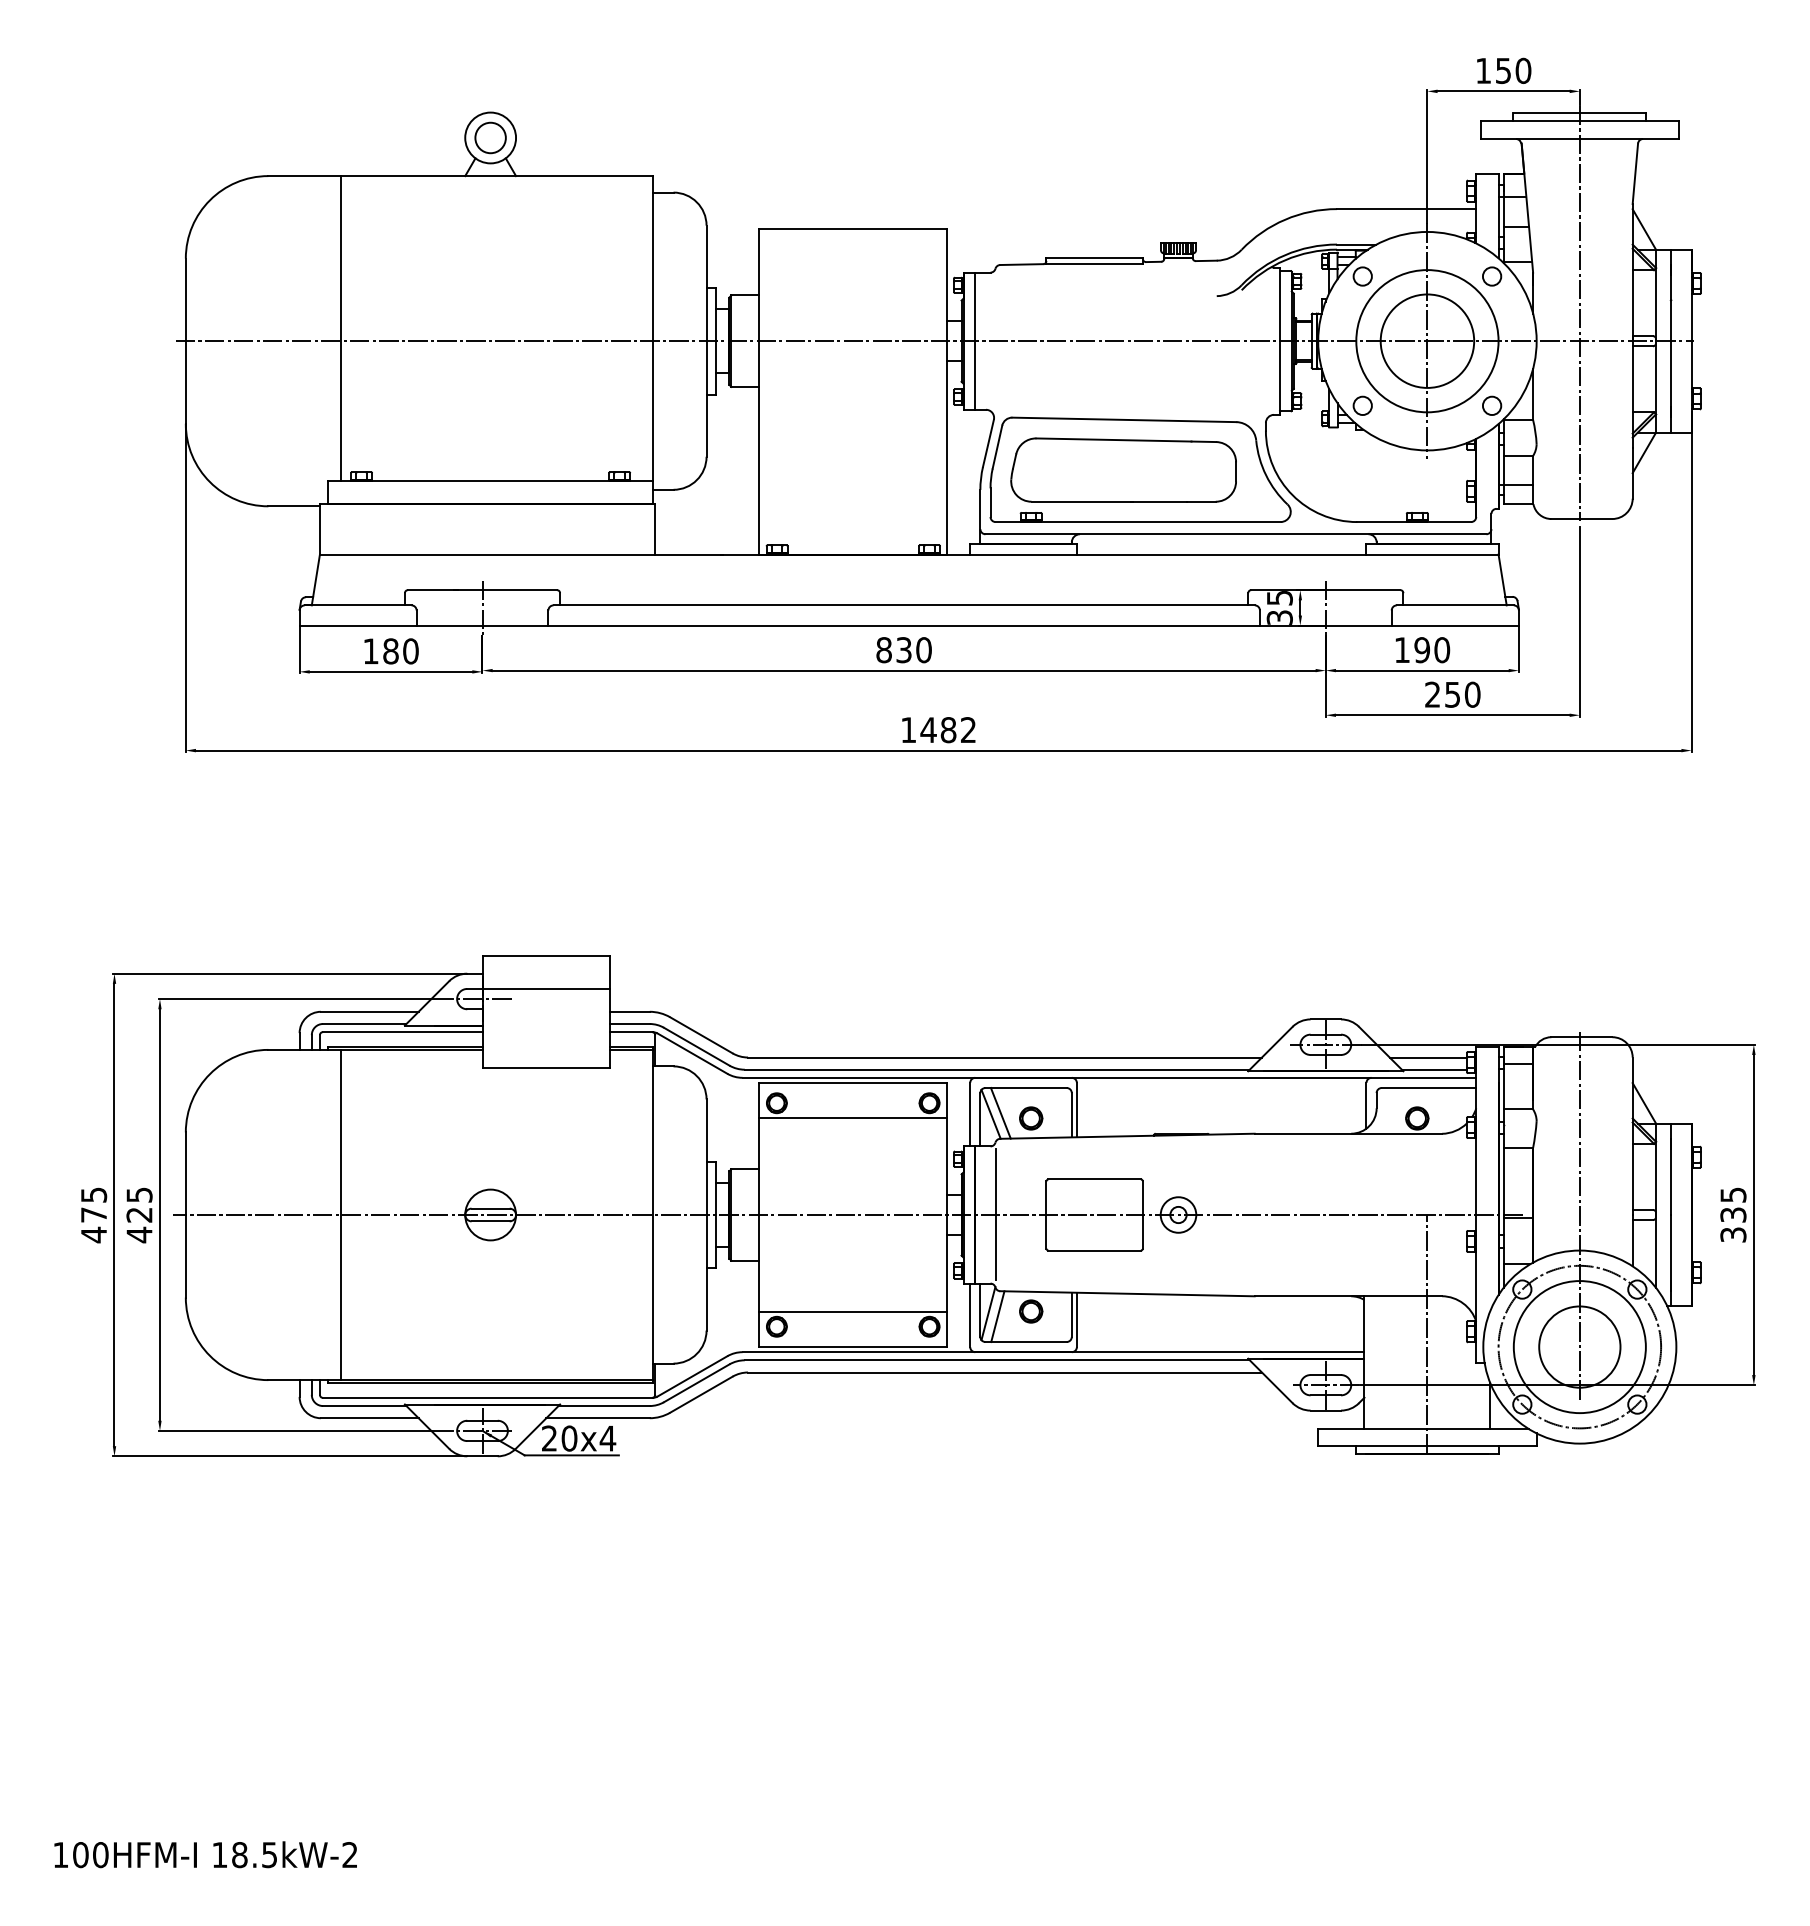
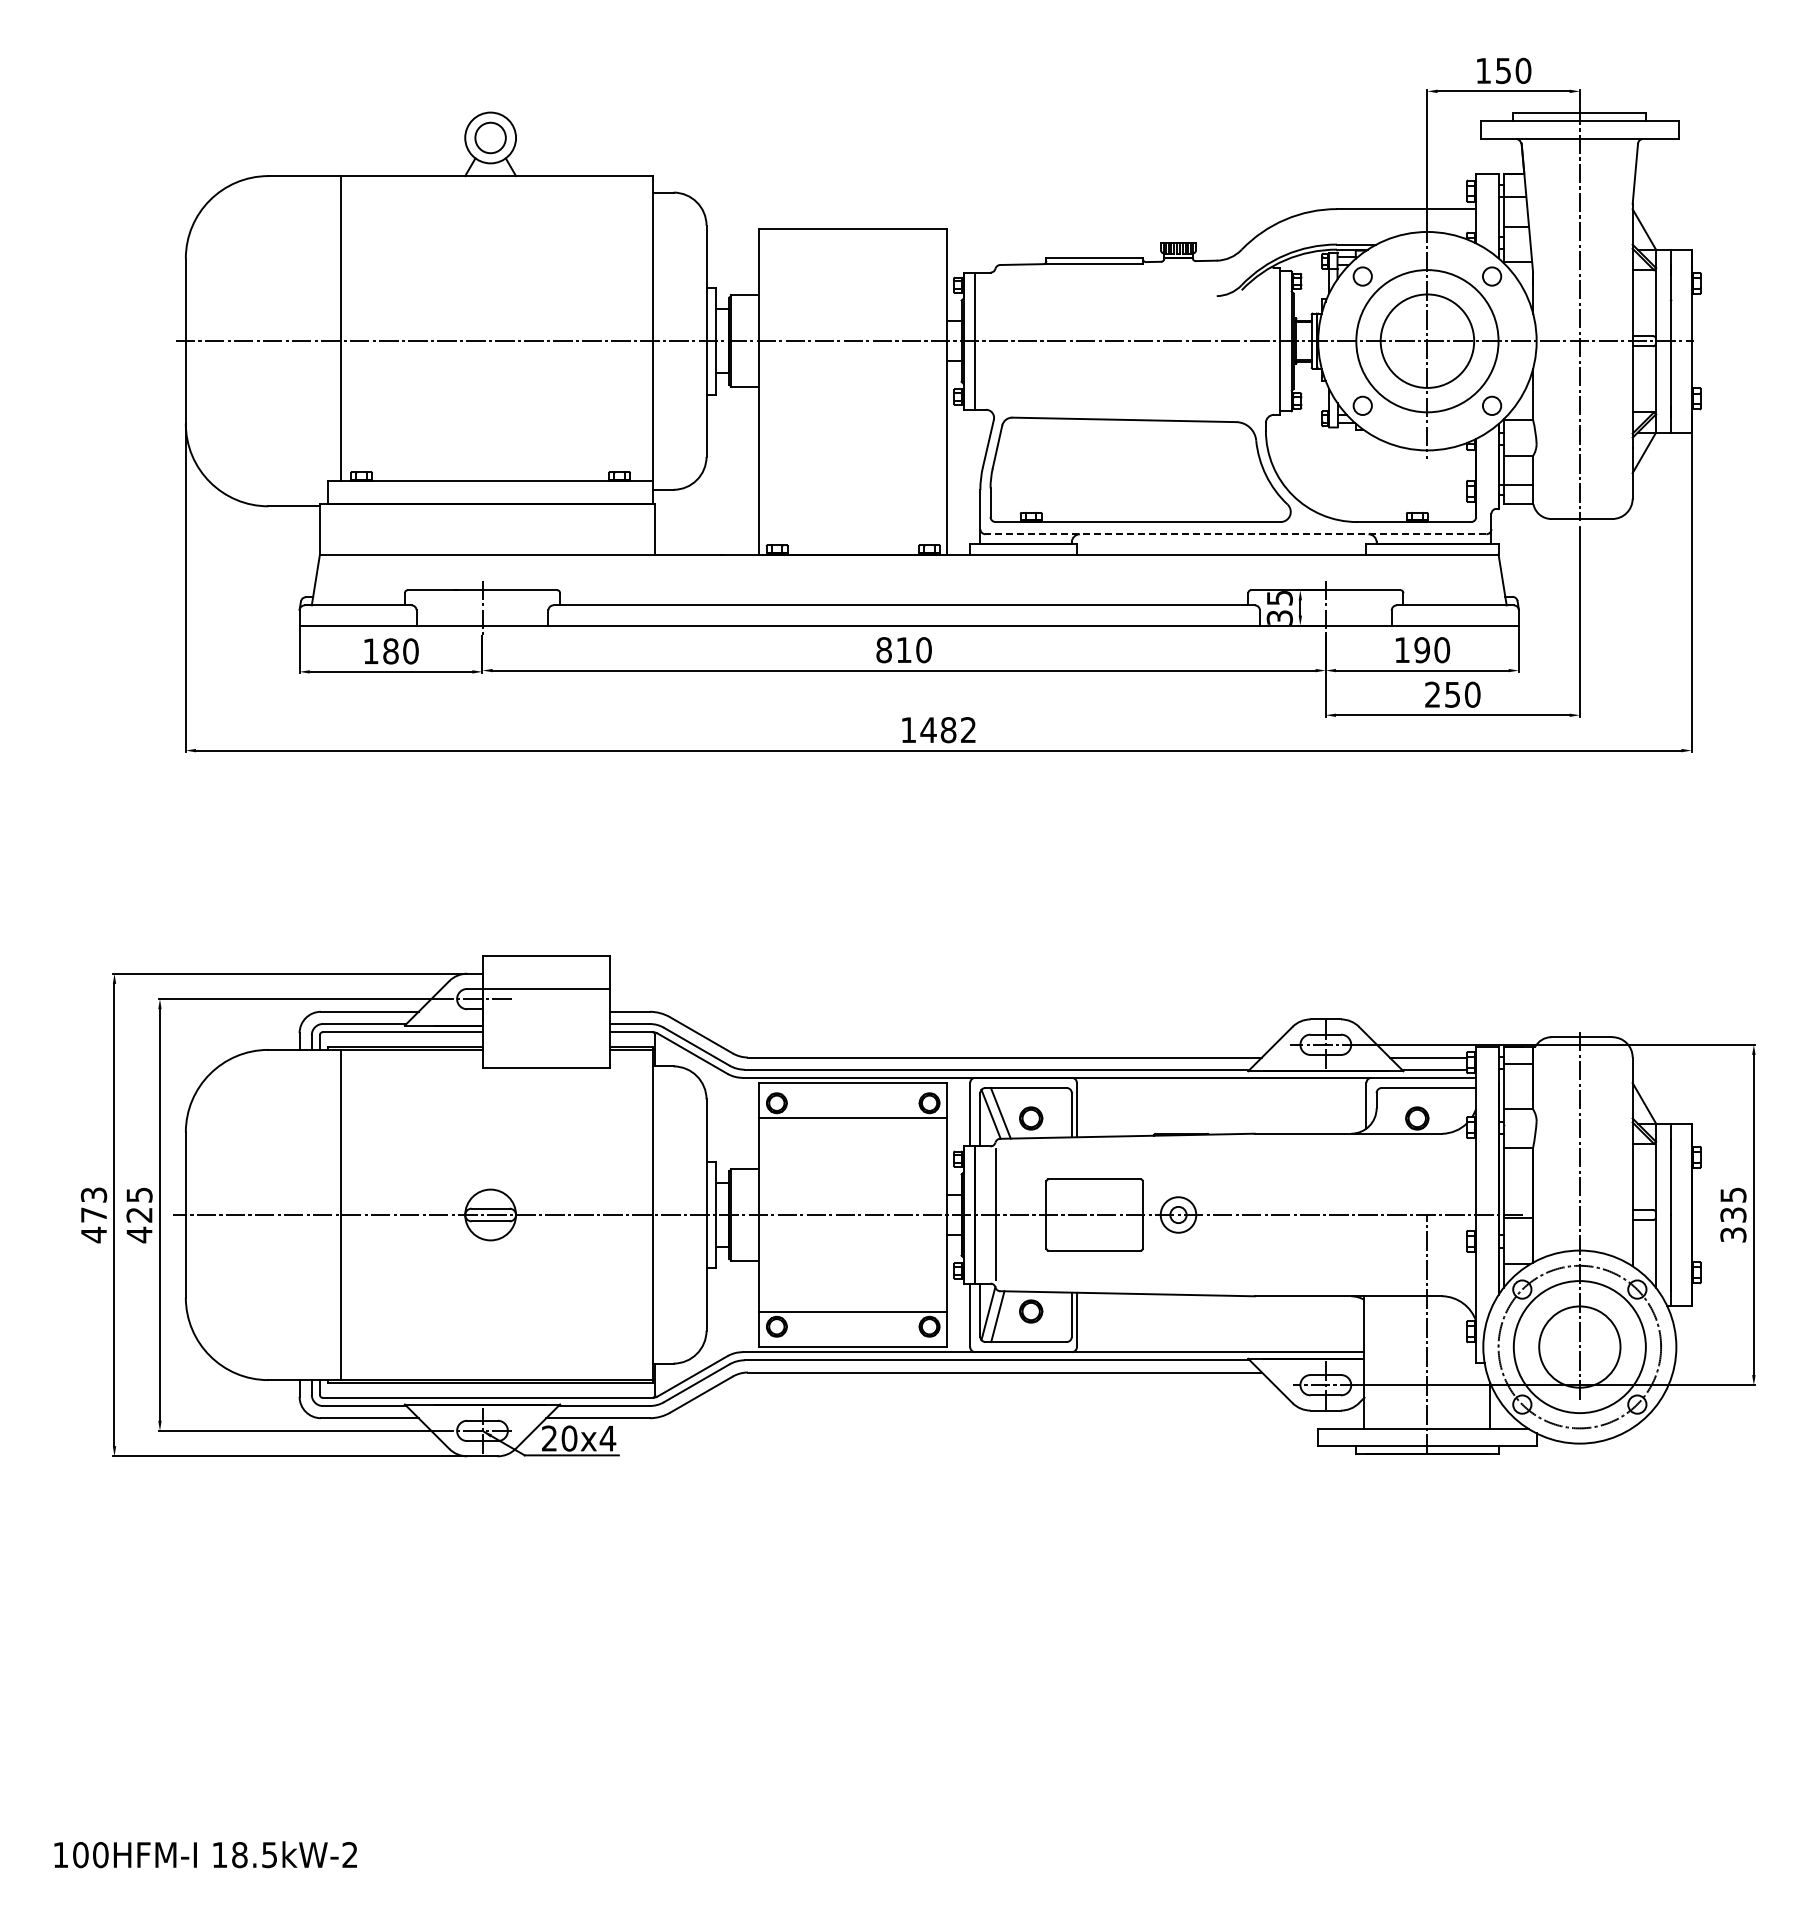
part at (1123, 469): present -> none
line at (1235, 534): solid -> dashed
text at (903, 650): 830 -> 810
text at (93, 1194): 475 -> 473
